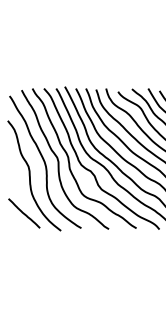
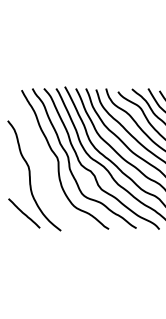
curve at (45, 161): present -> none
